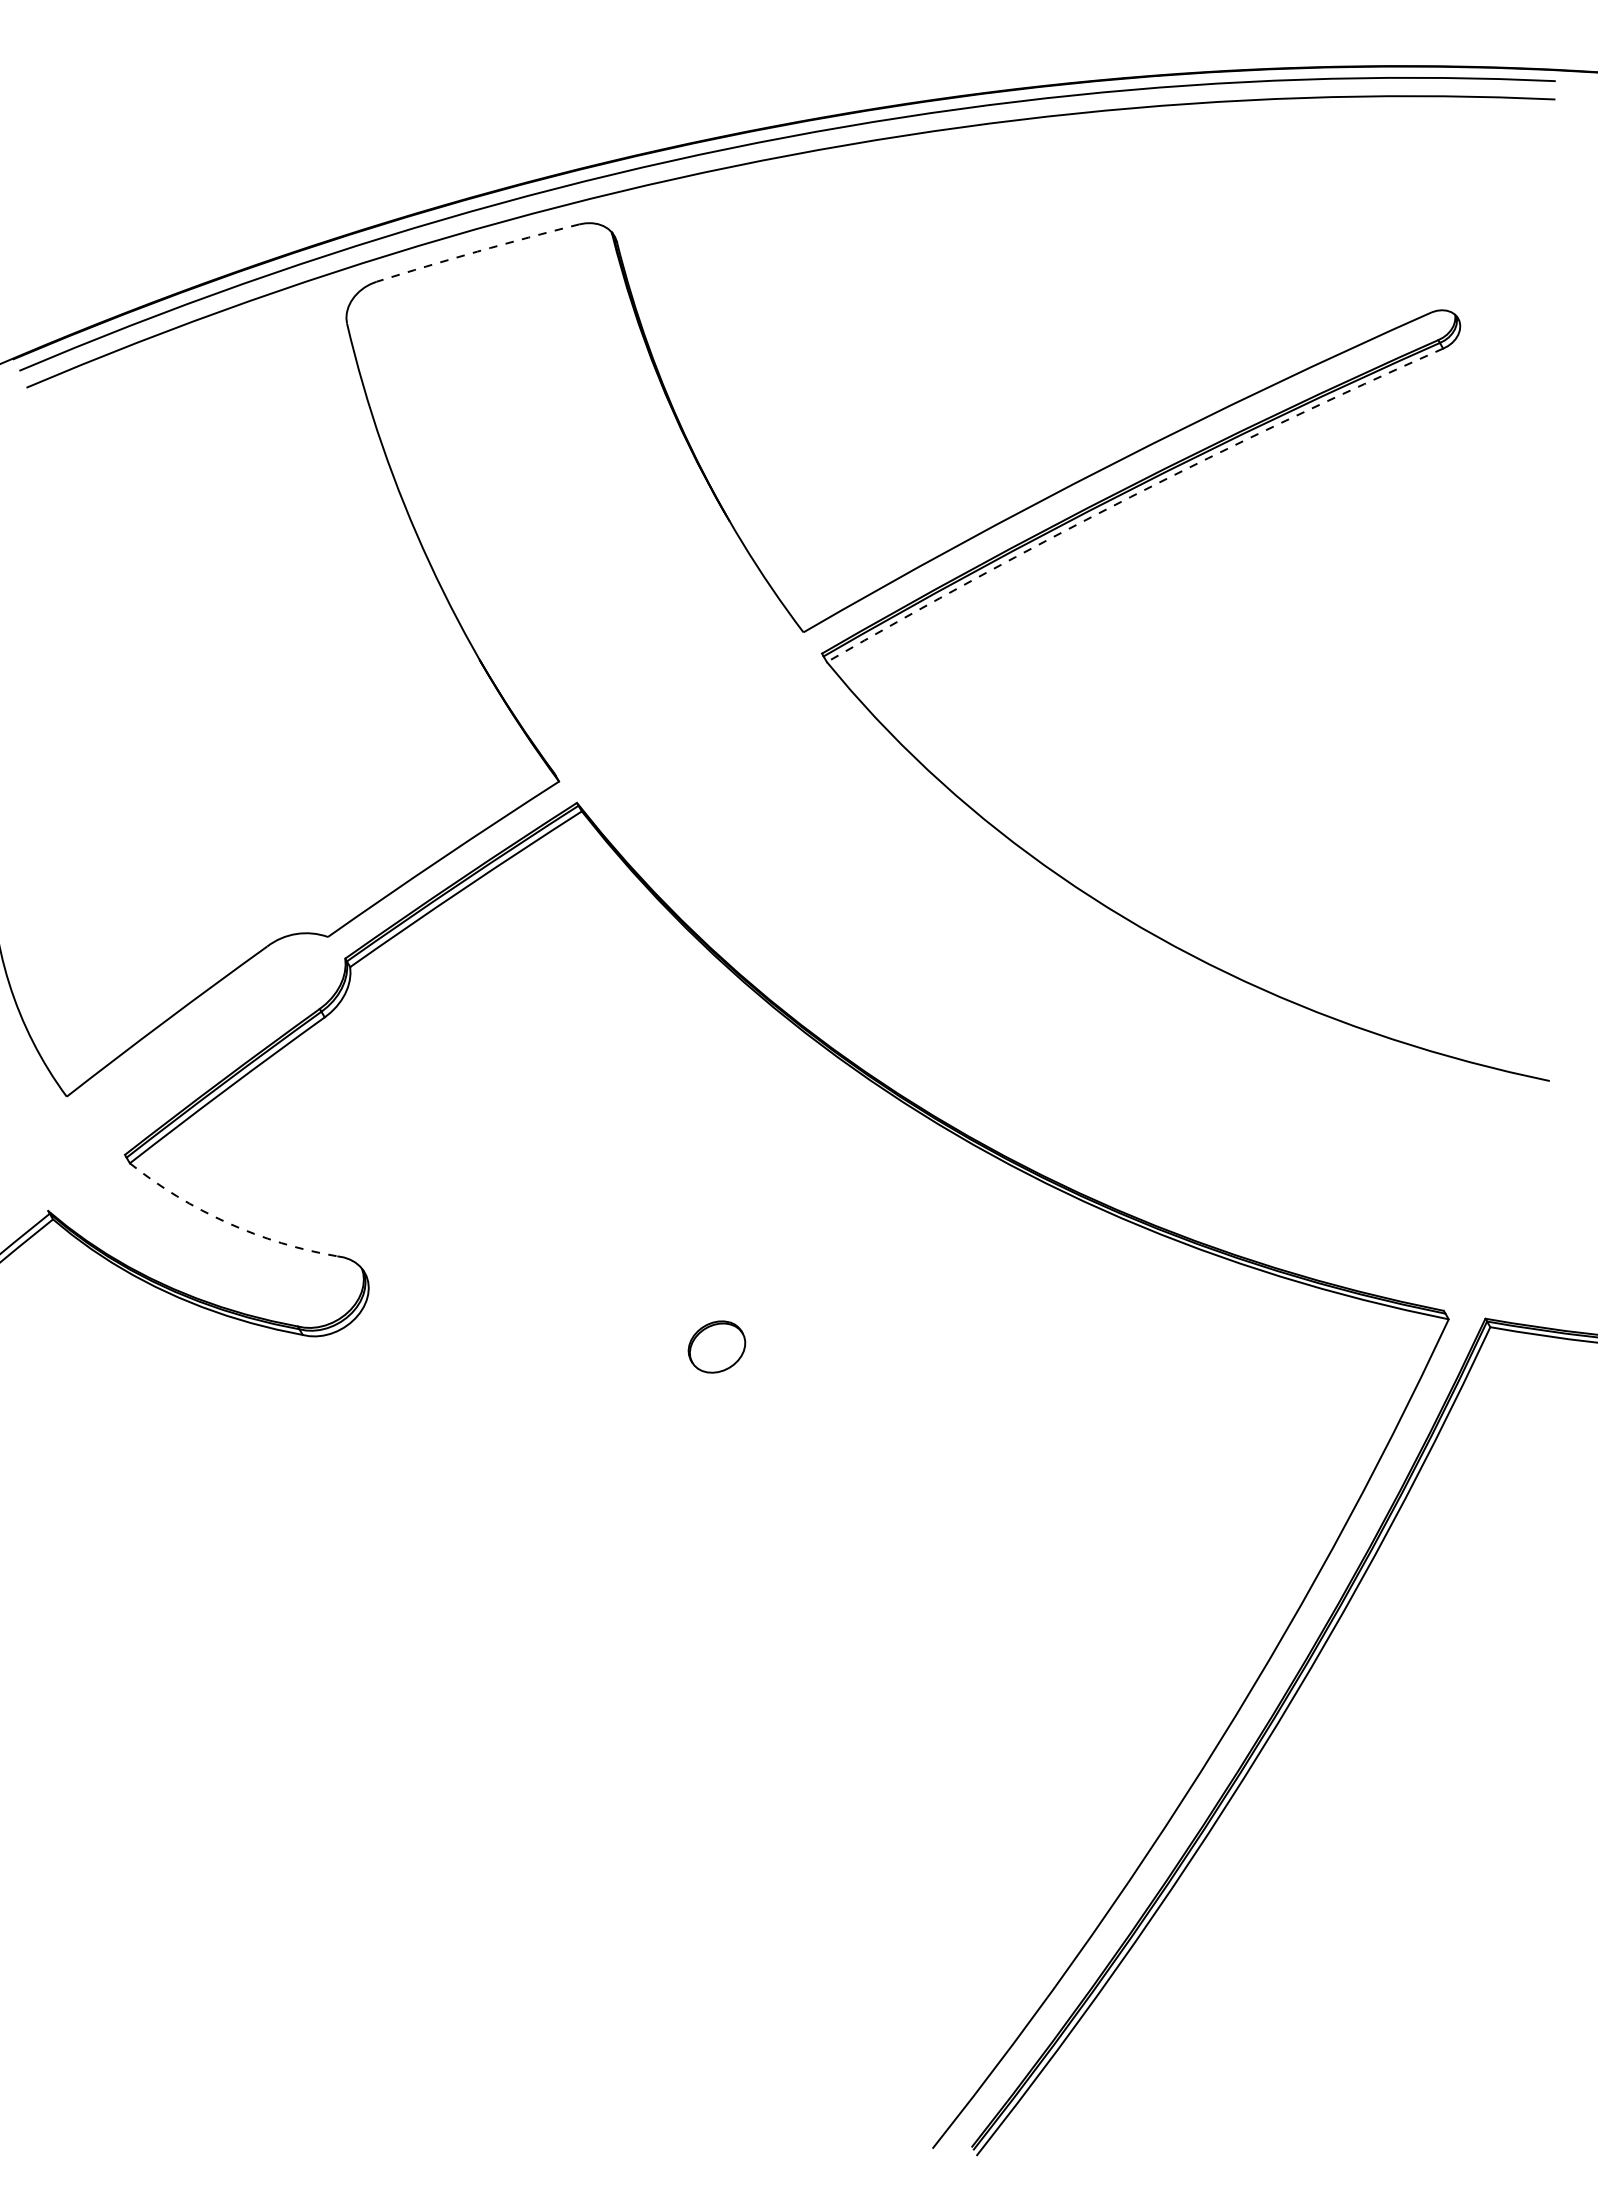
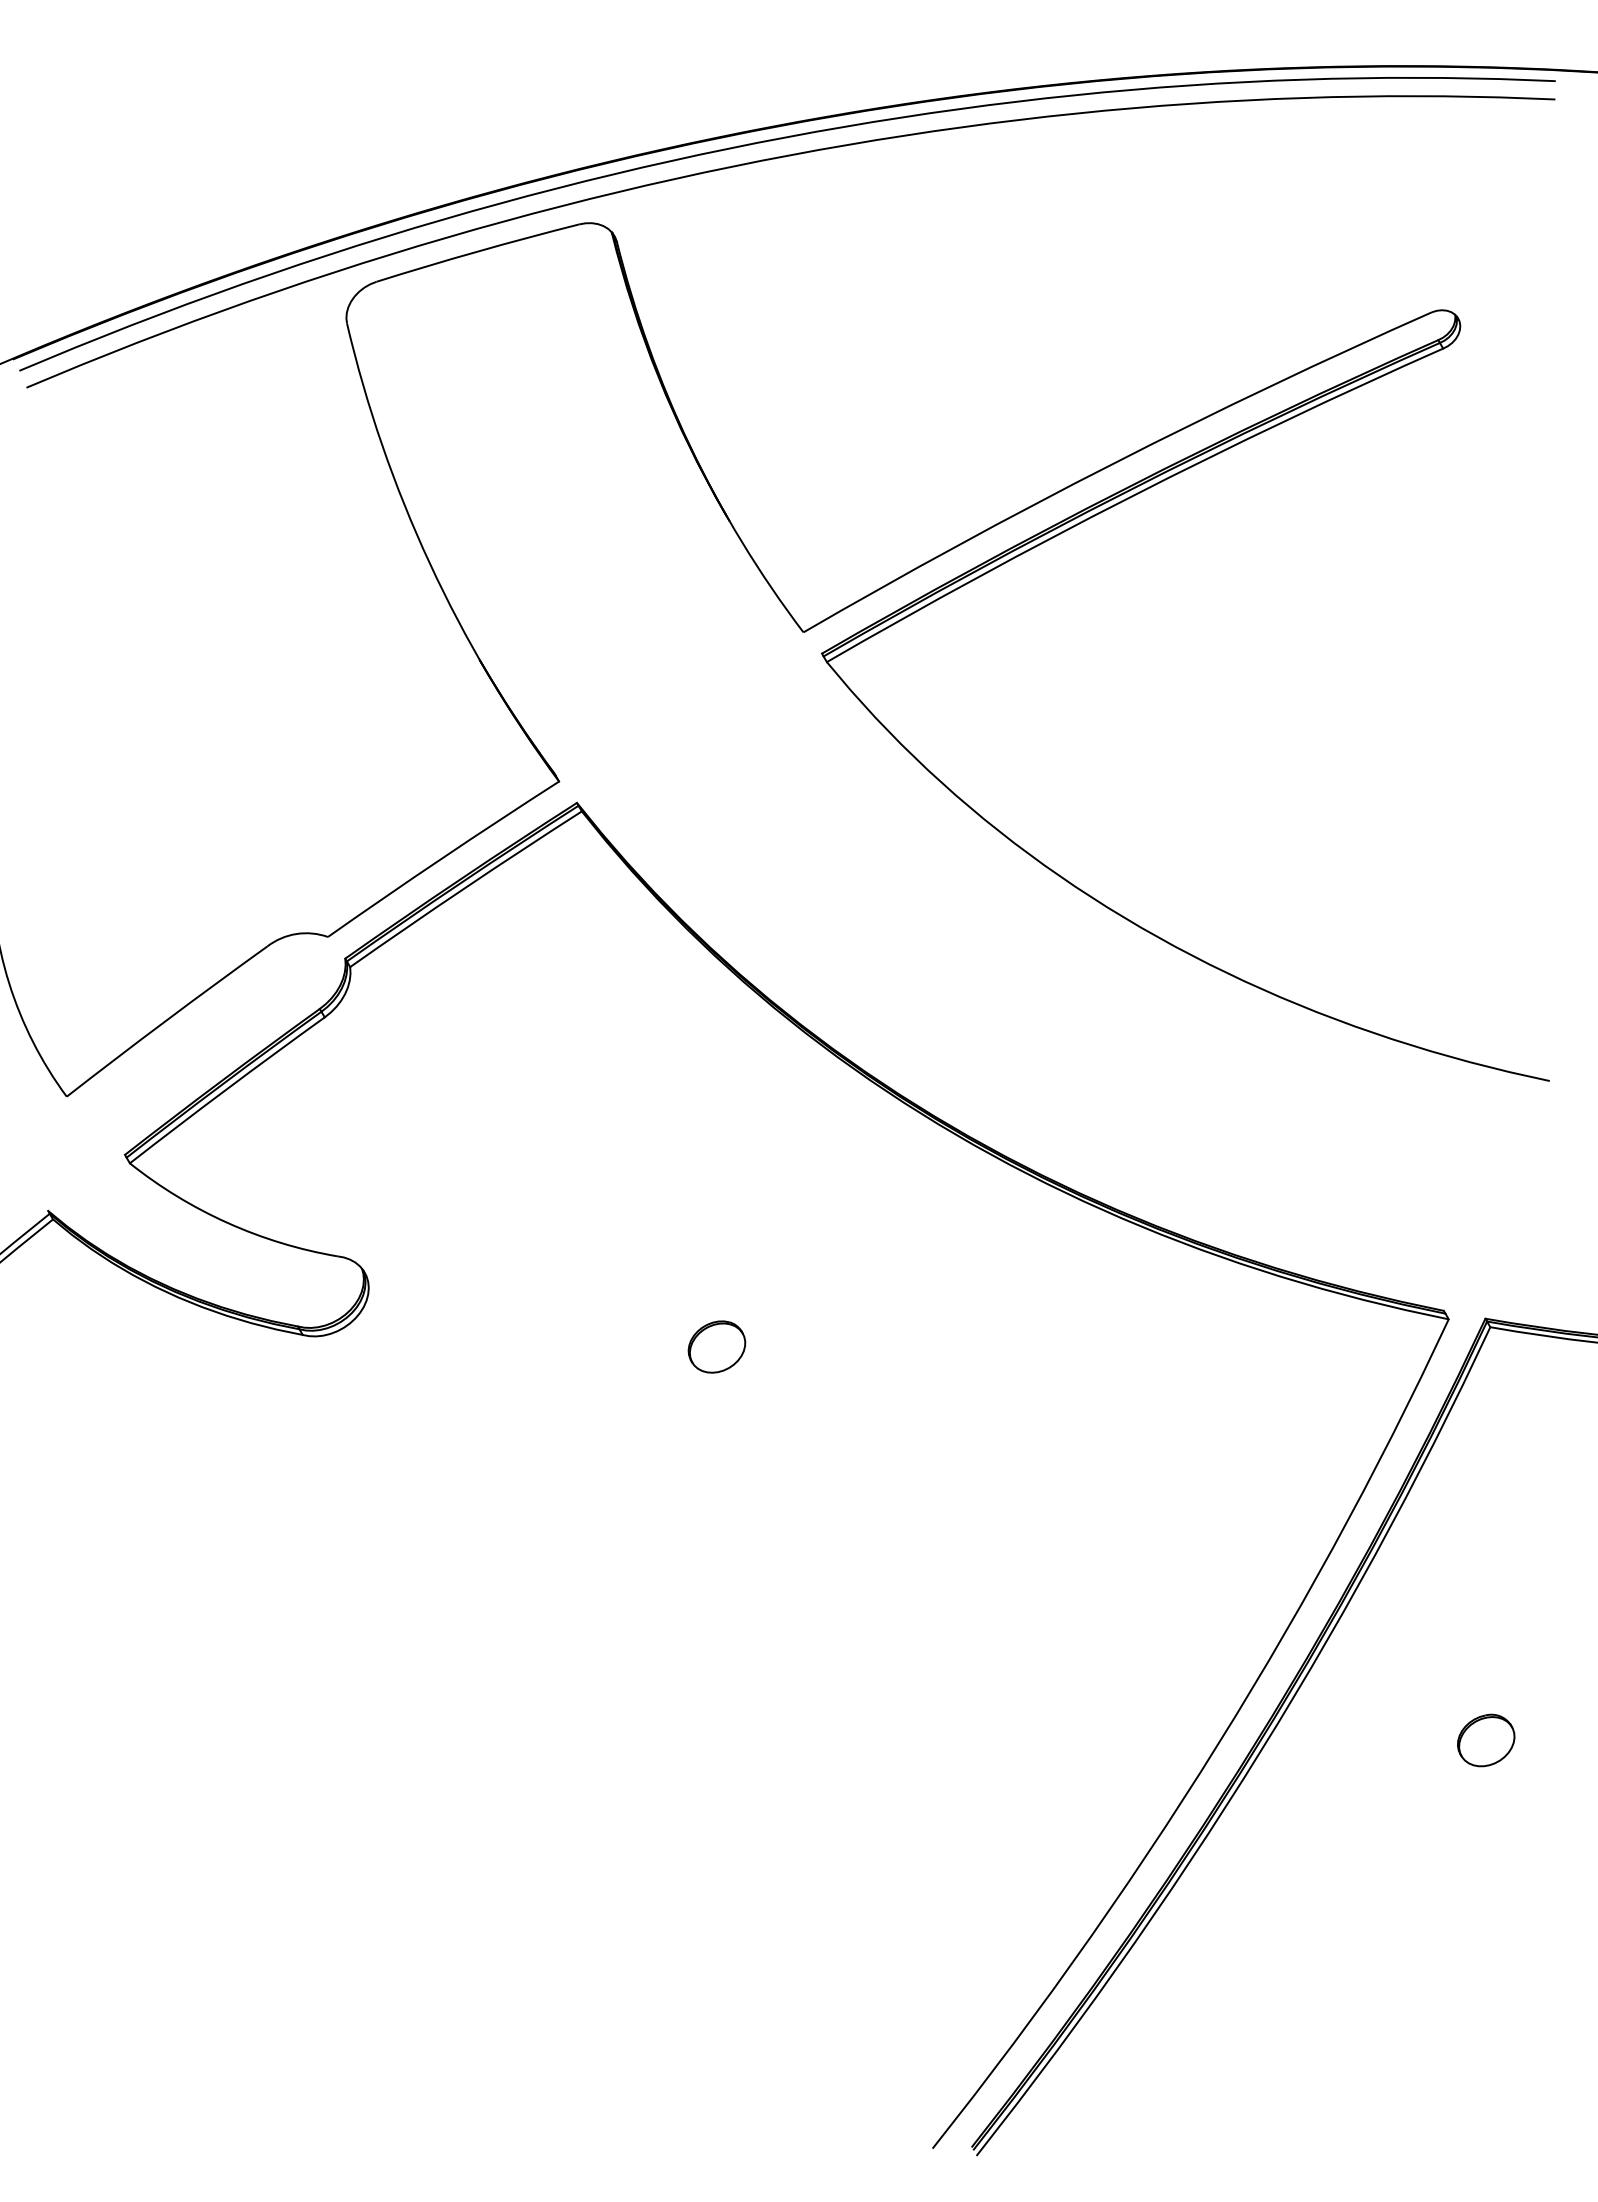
arc at (477, 251): dashed -> solid
arc at (1130, 497): dashed -> solid
arc at (227, 1222): dashed -> solid
part at (1486, 1740): none -> present
